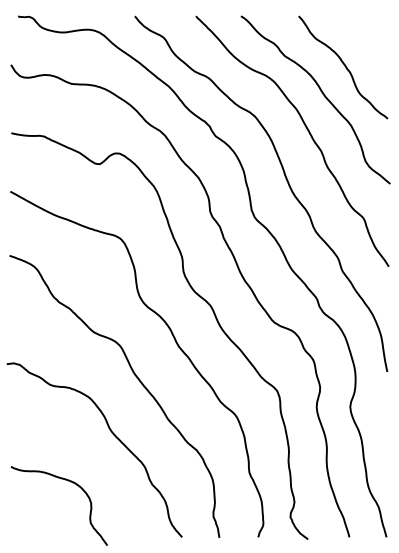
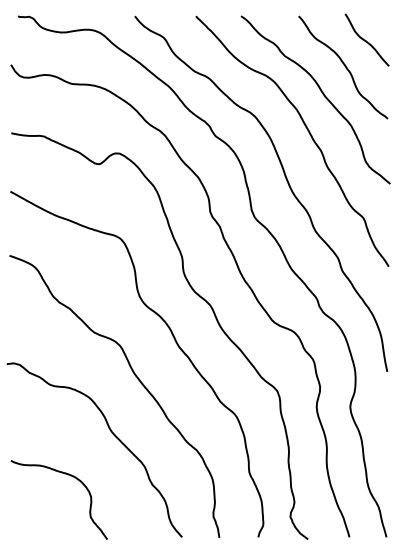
curve at (365, 39): none -> present
curve at (64, 480) position: (64, 480) -> (64, 474)
